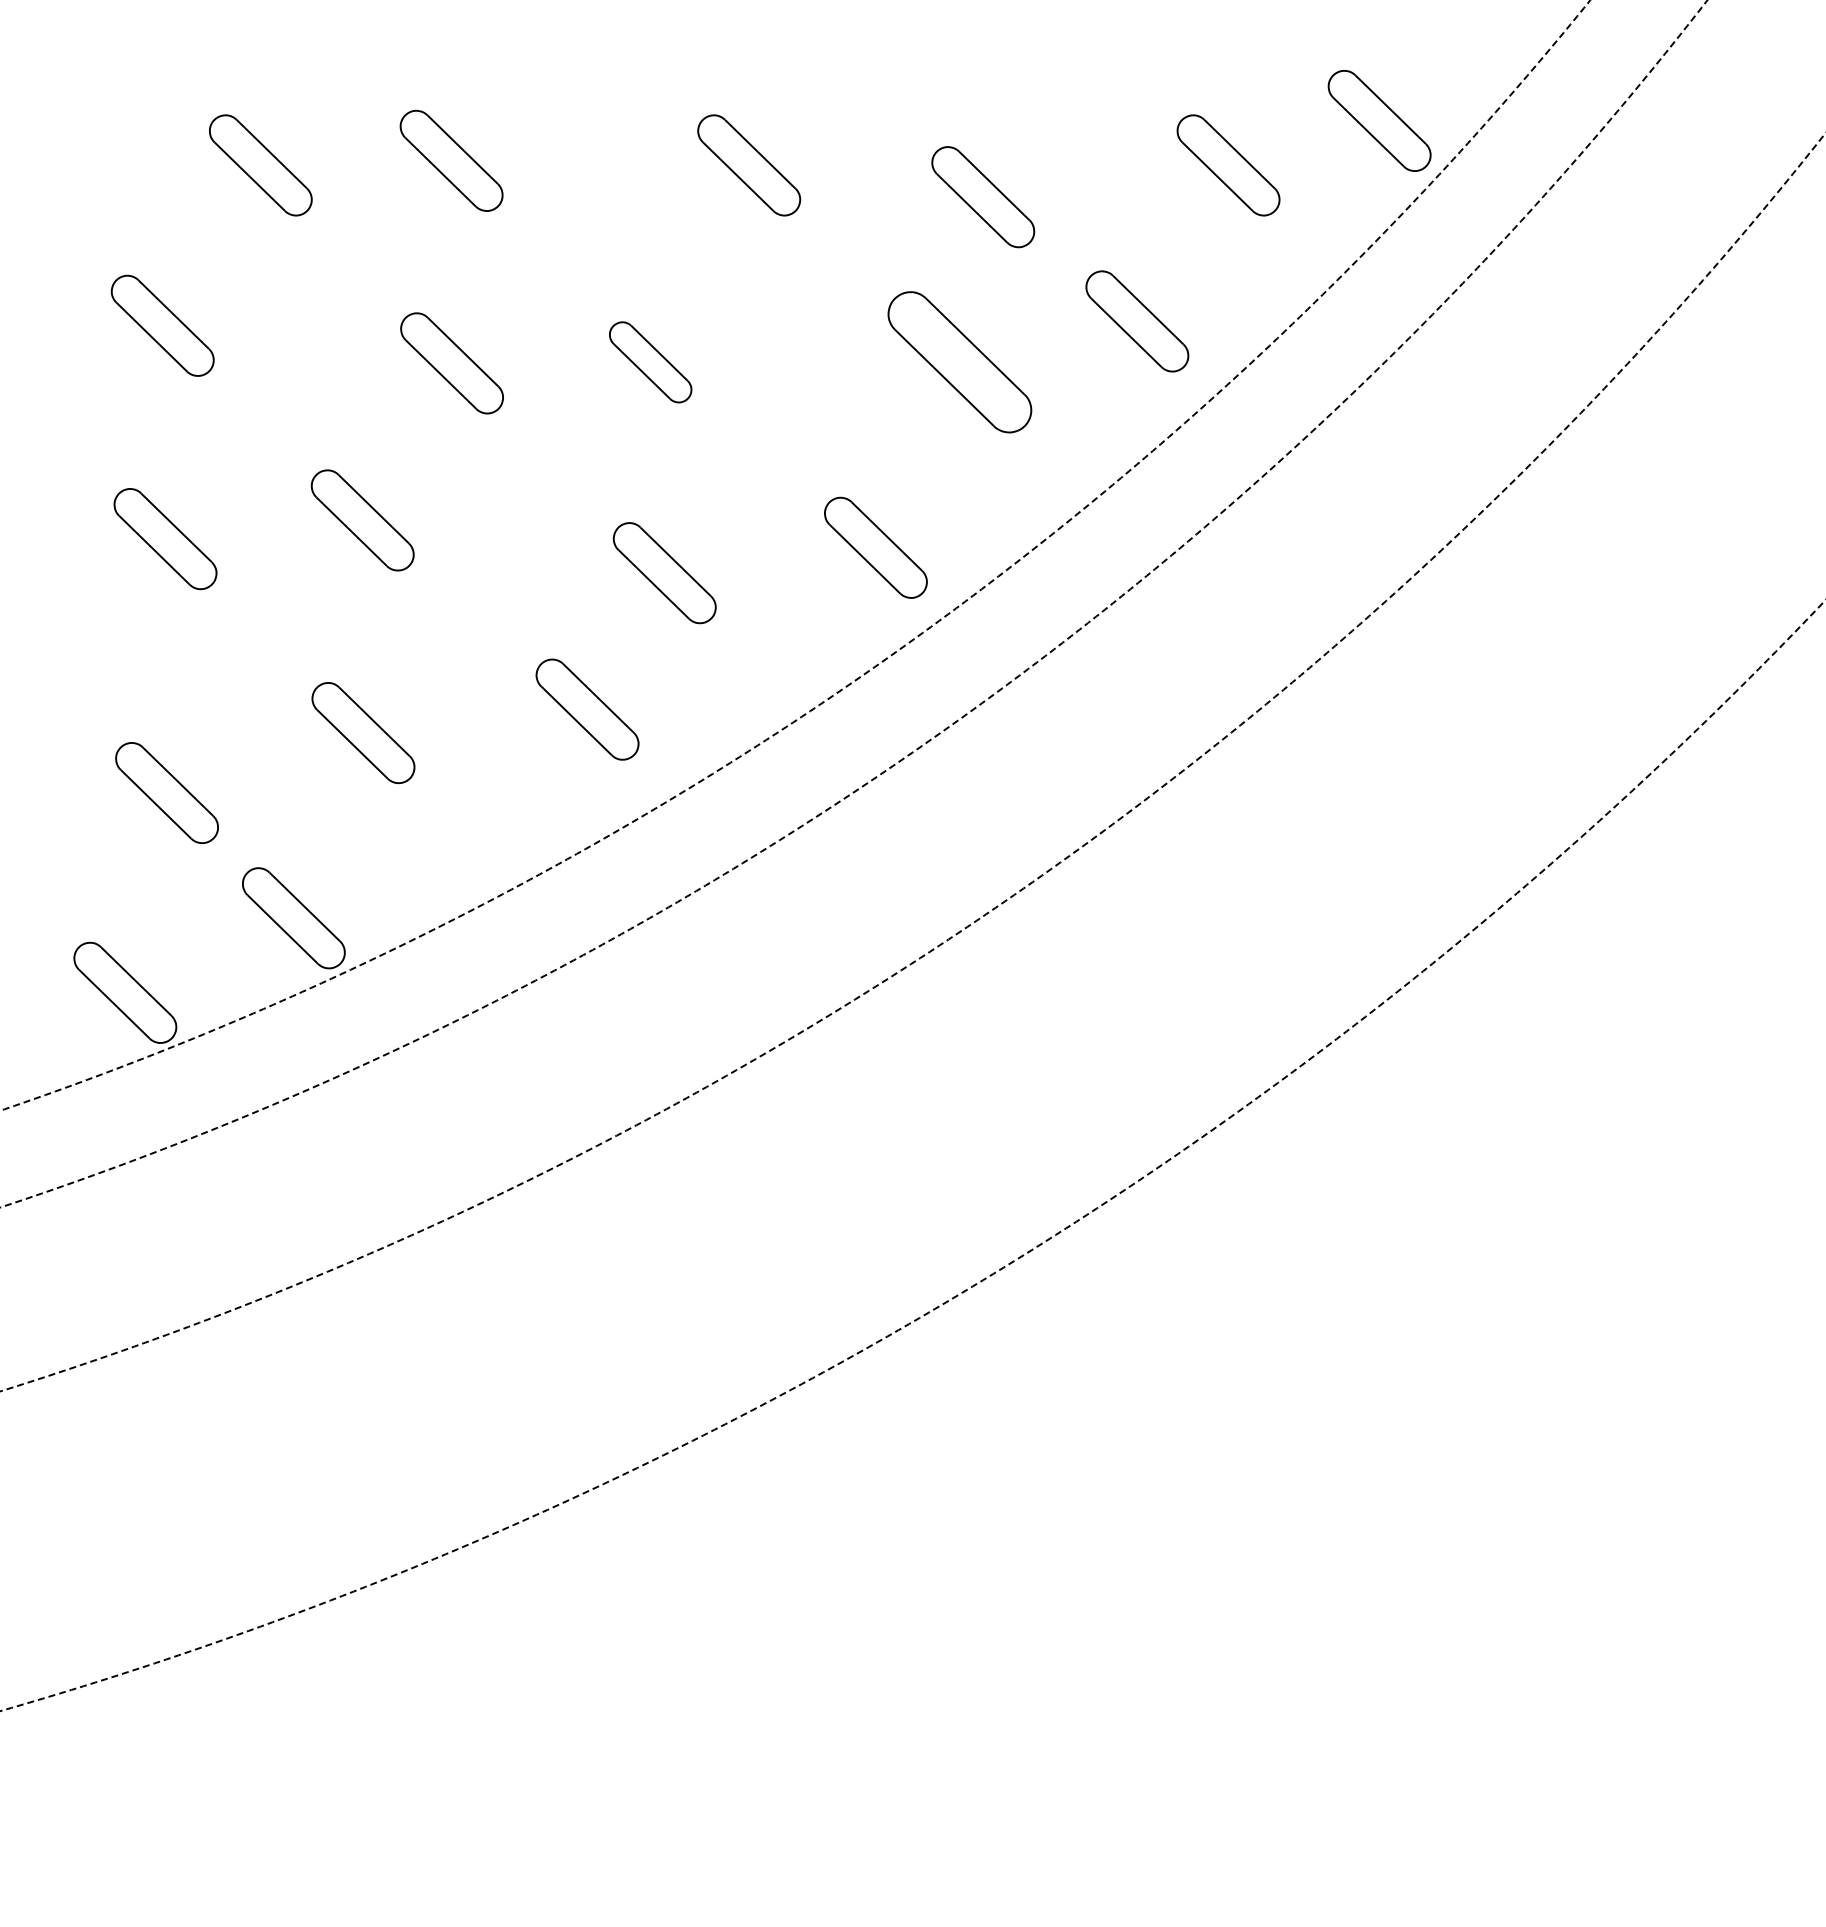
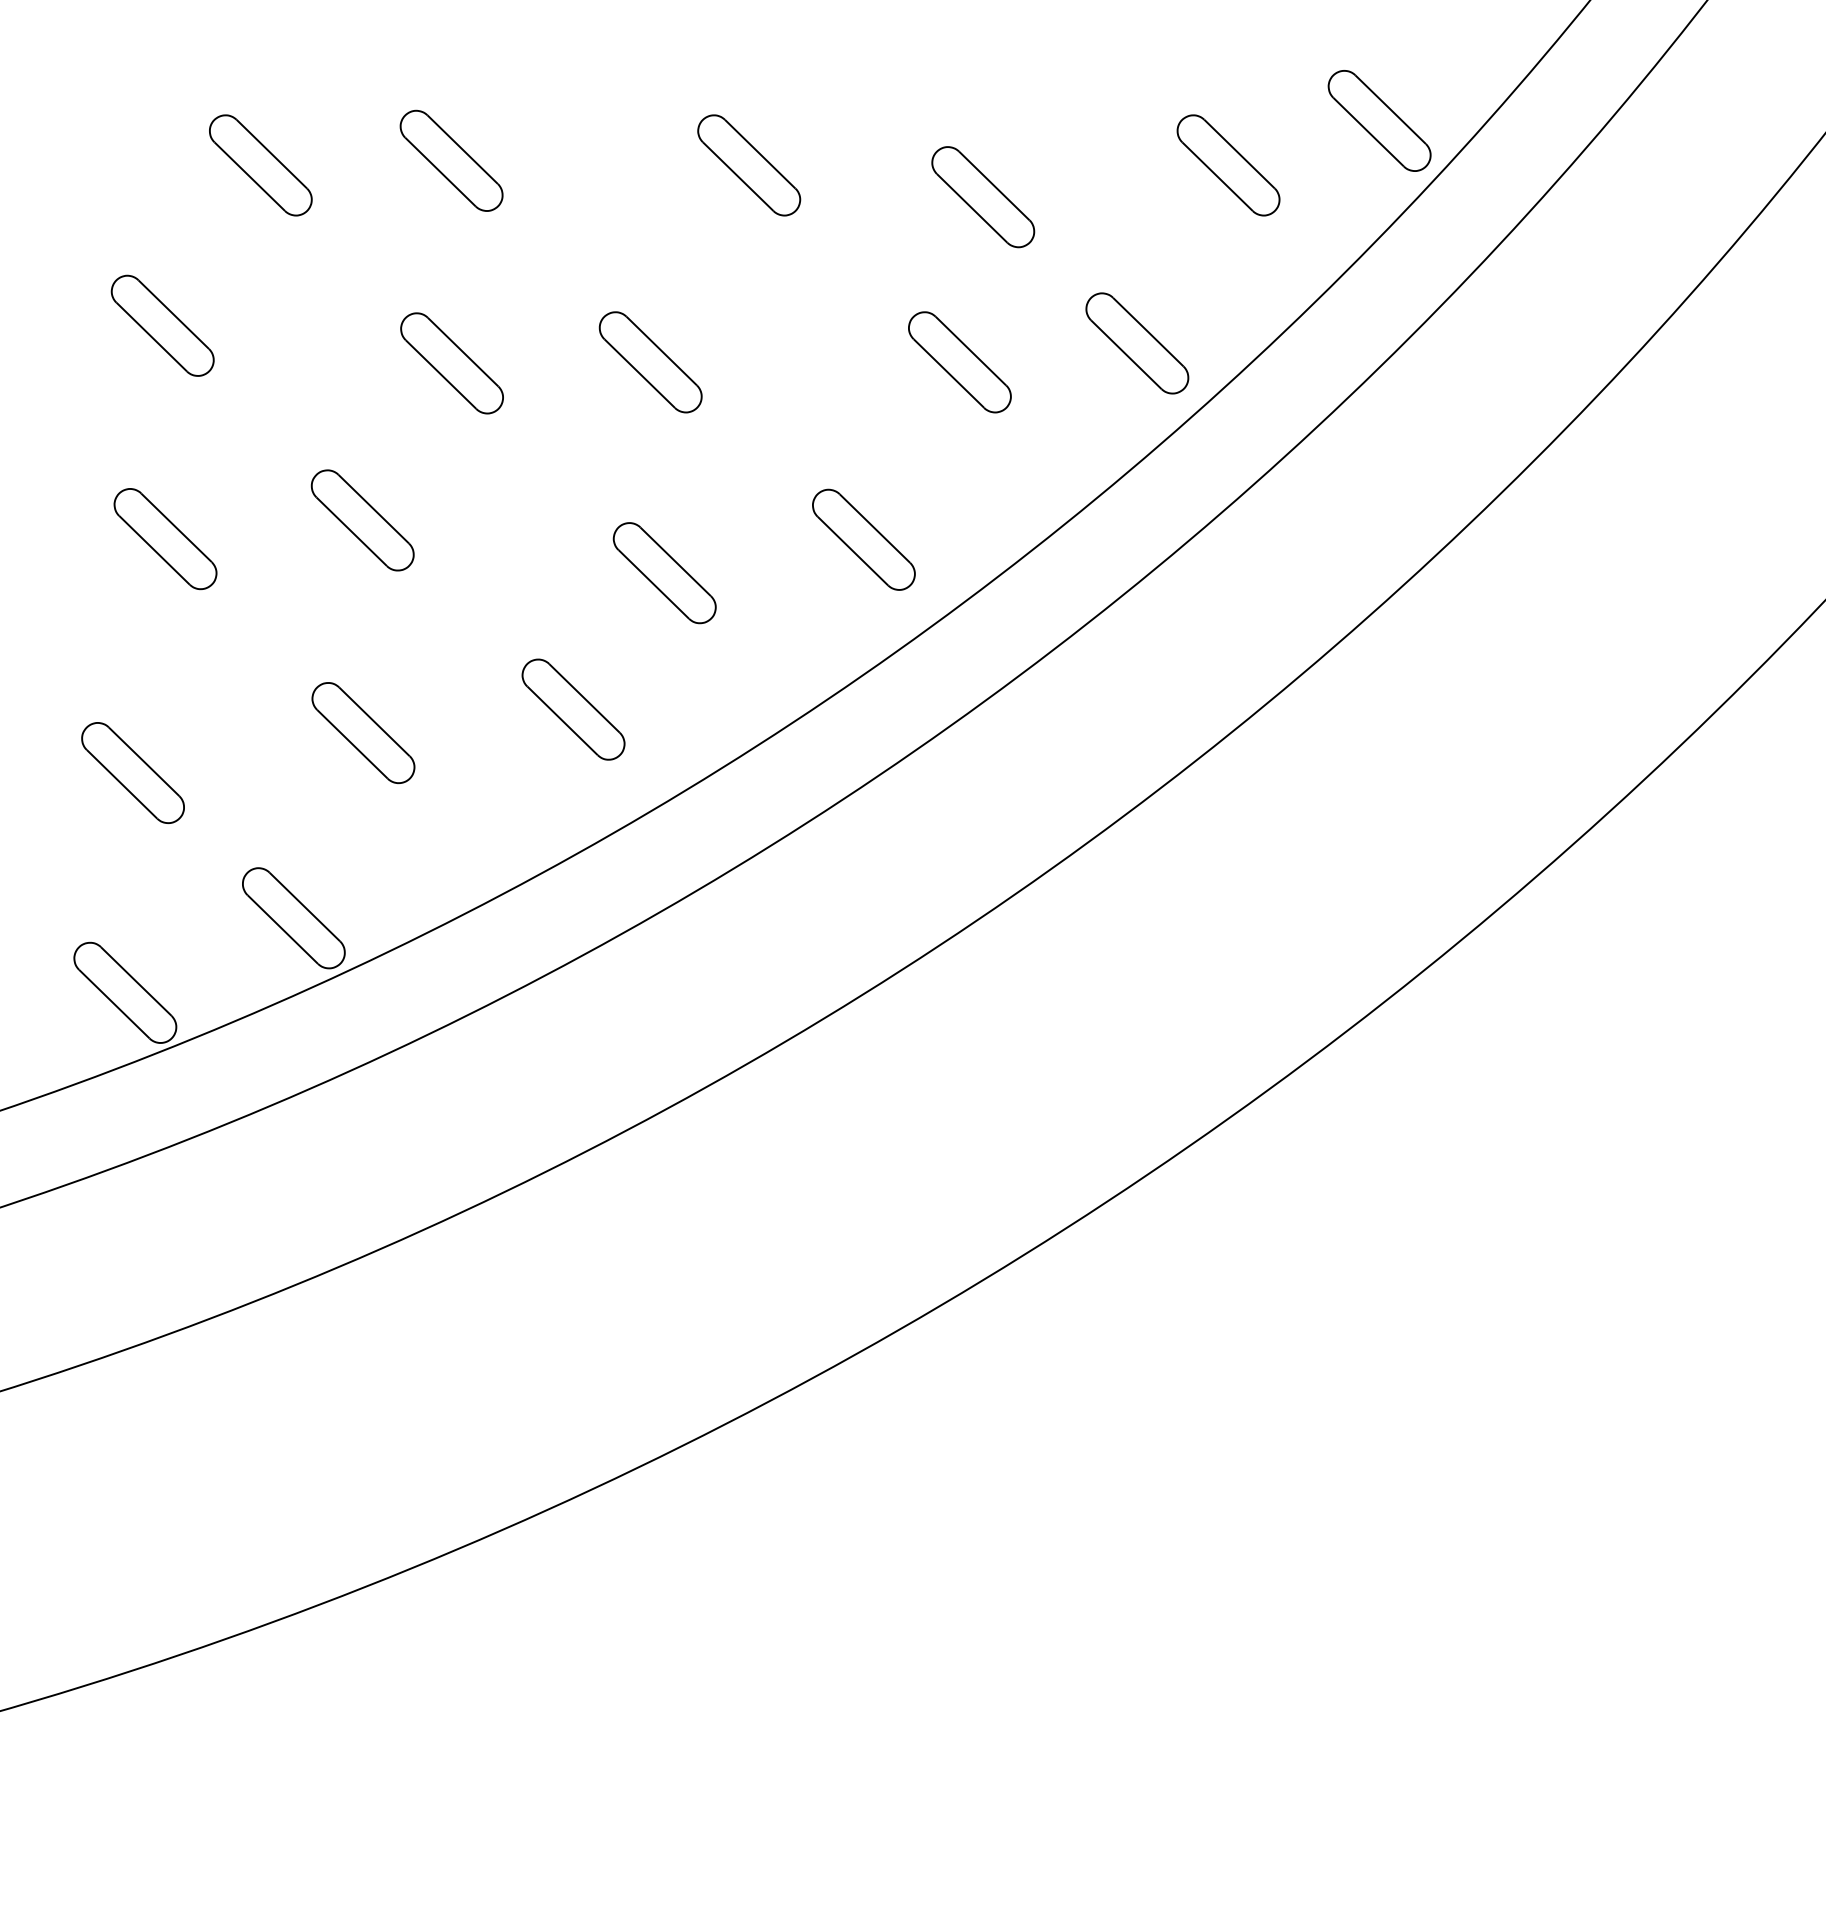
part at (1137, 321) position: (1137, 321) -> (1137, 343)
part at (650, 362) size: 84x83 px -> 105x103 px
part at (959, 362) size: 146x143 px -> 104x103 px
part at (875, 547) position: (875, 547) -> (863, 539)
circle at (795, 555): dashed -> solid
circle at (853, 603): dashed -> solid
part at (587, 709) position: (587, 709) -> (573, 709)
circle at (912, 761): dashed -> solid
part at (166, 792) position: (166, 792) -> (132, 772)
circle at (912, 1155): dashed -> solid
